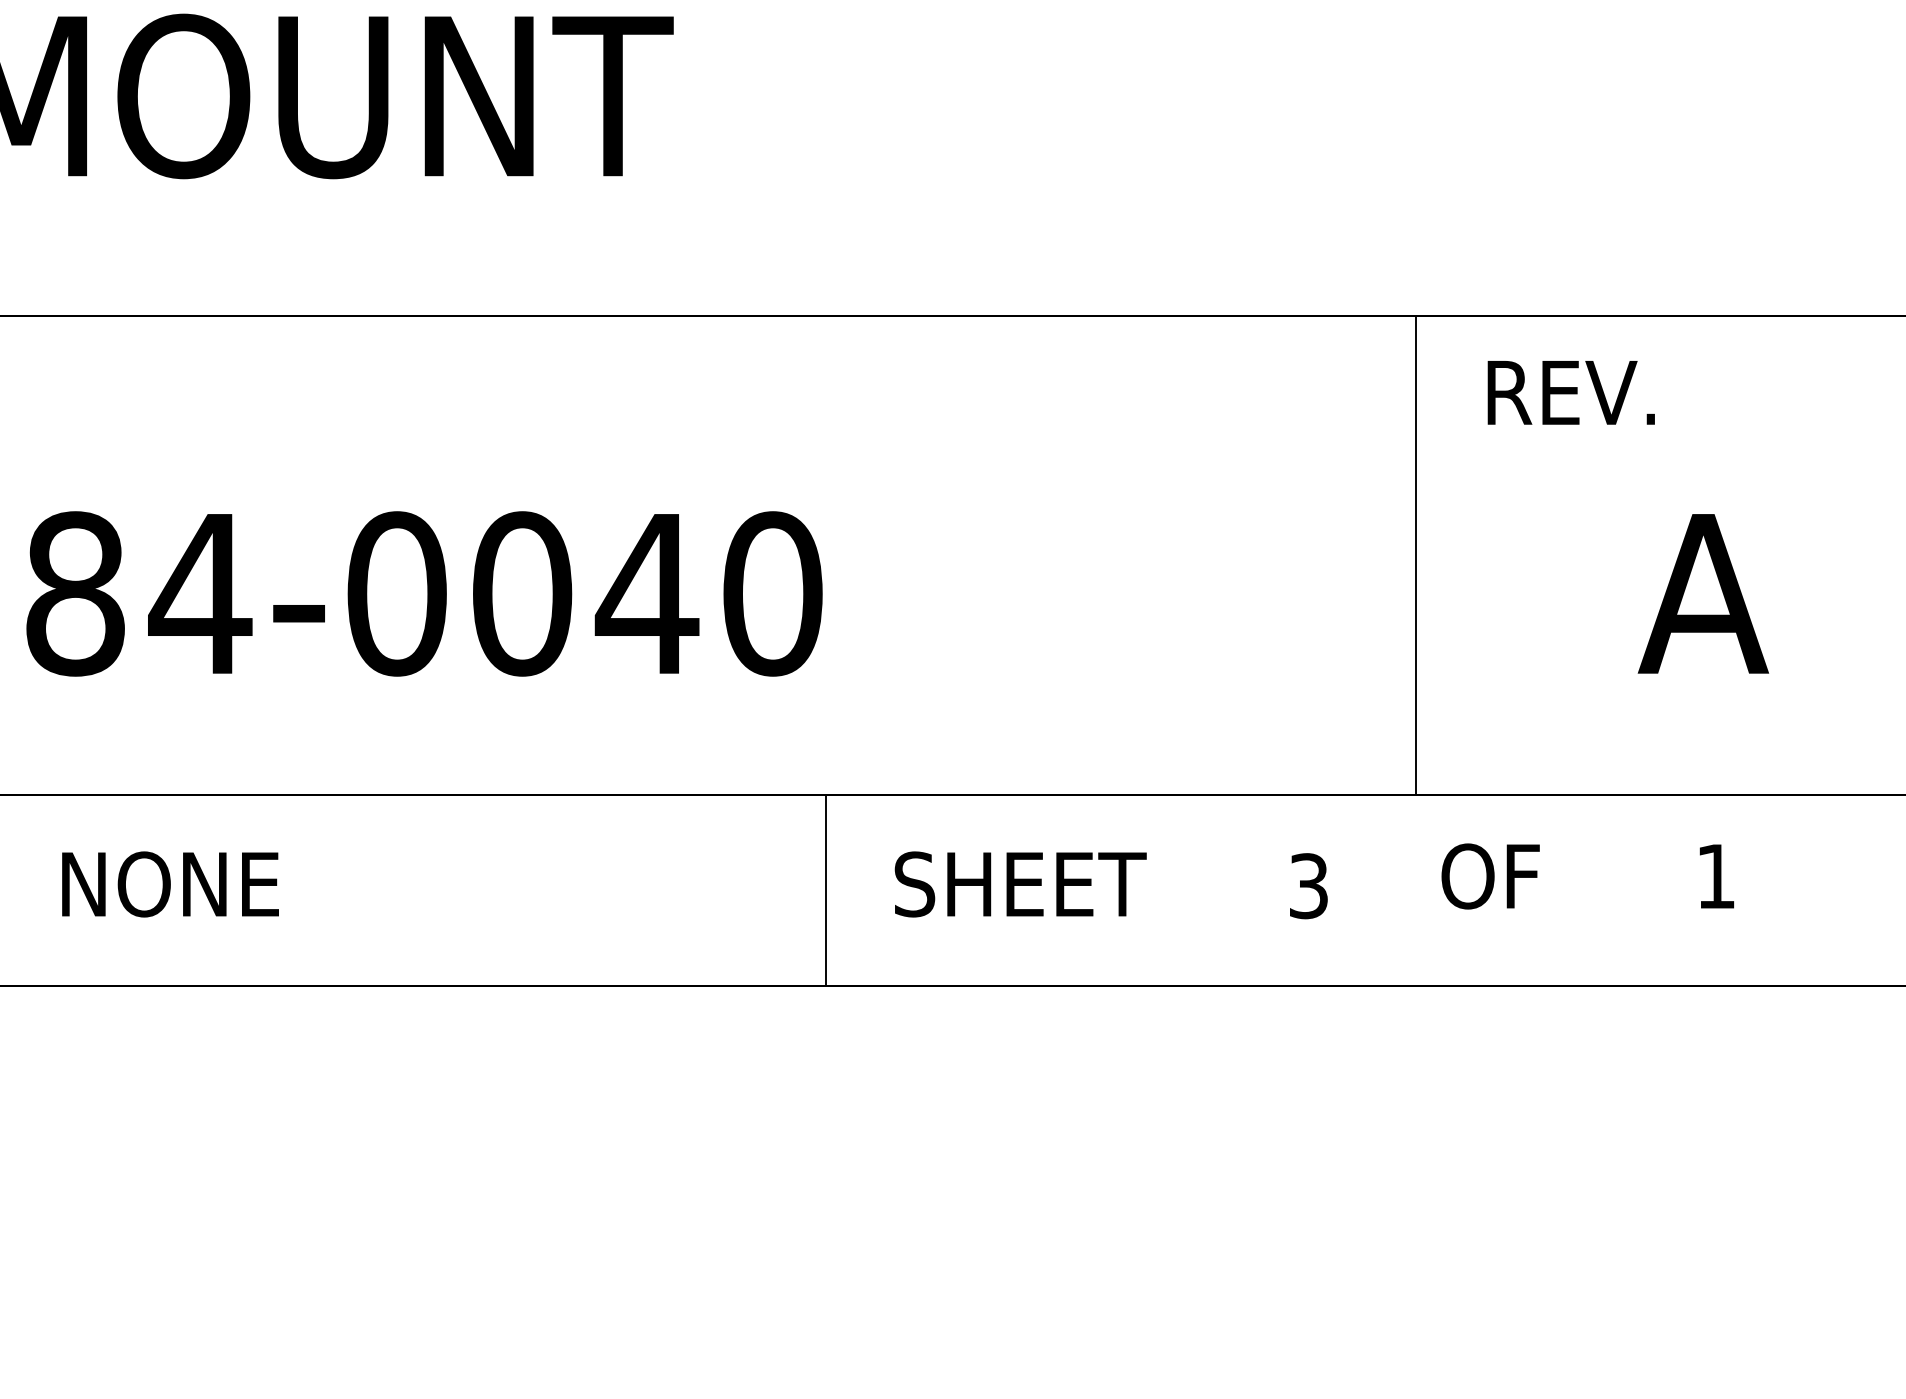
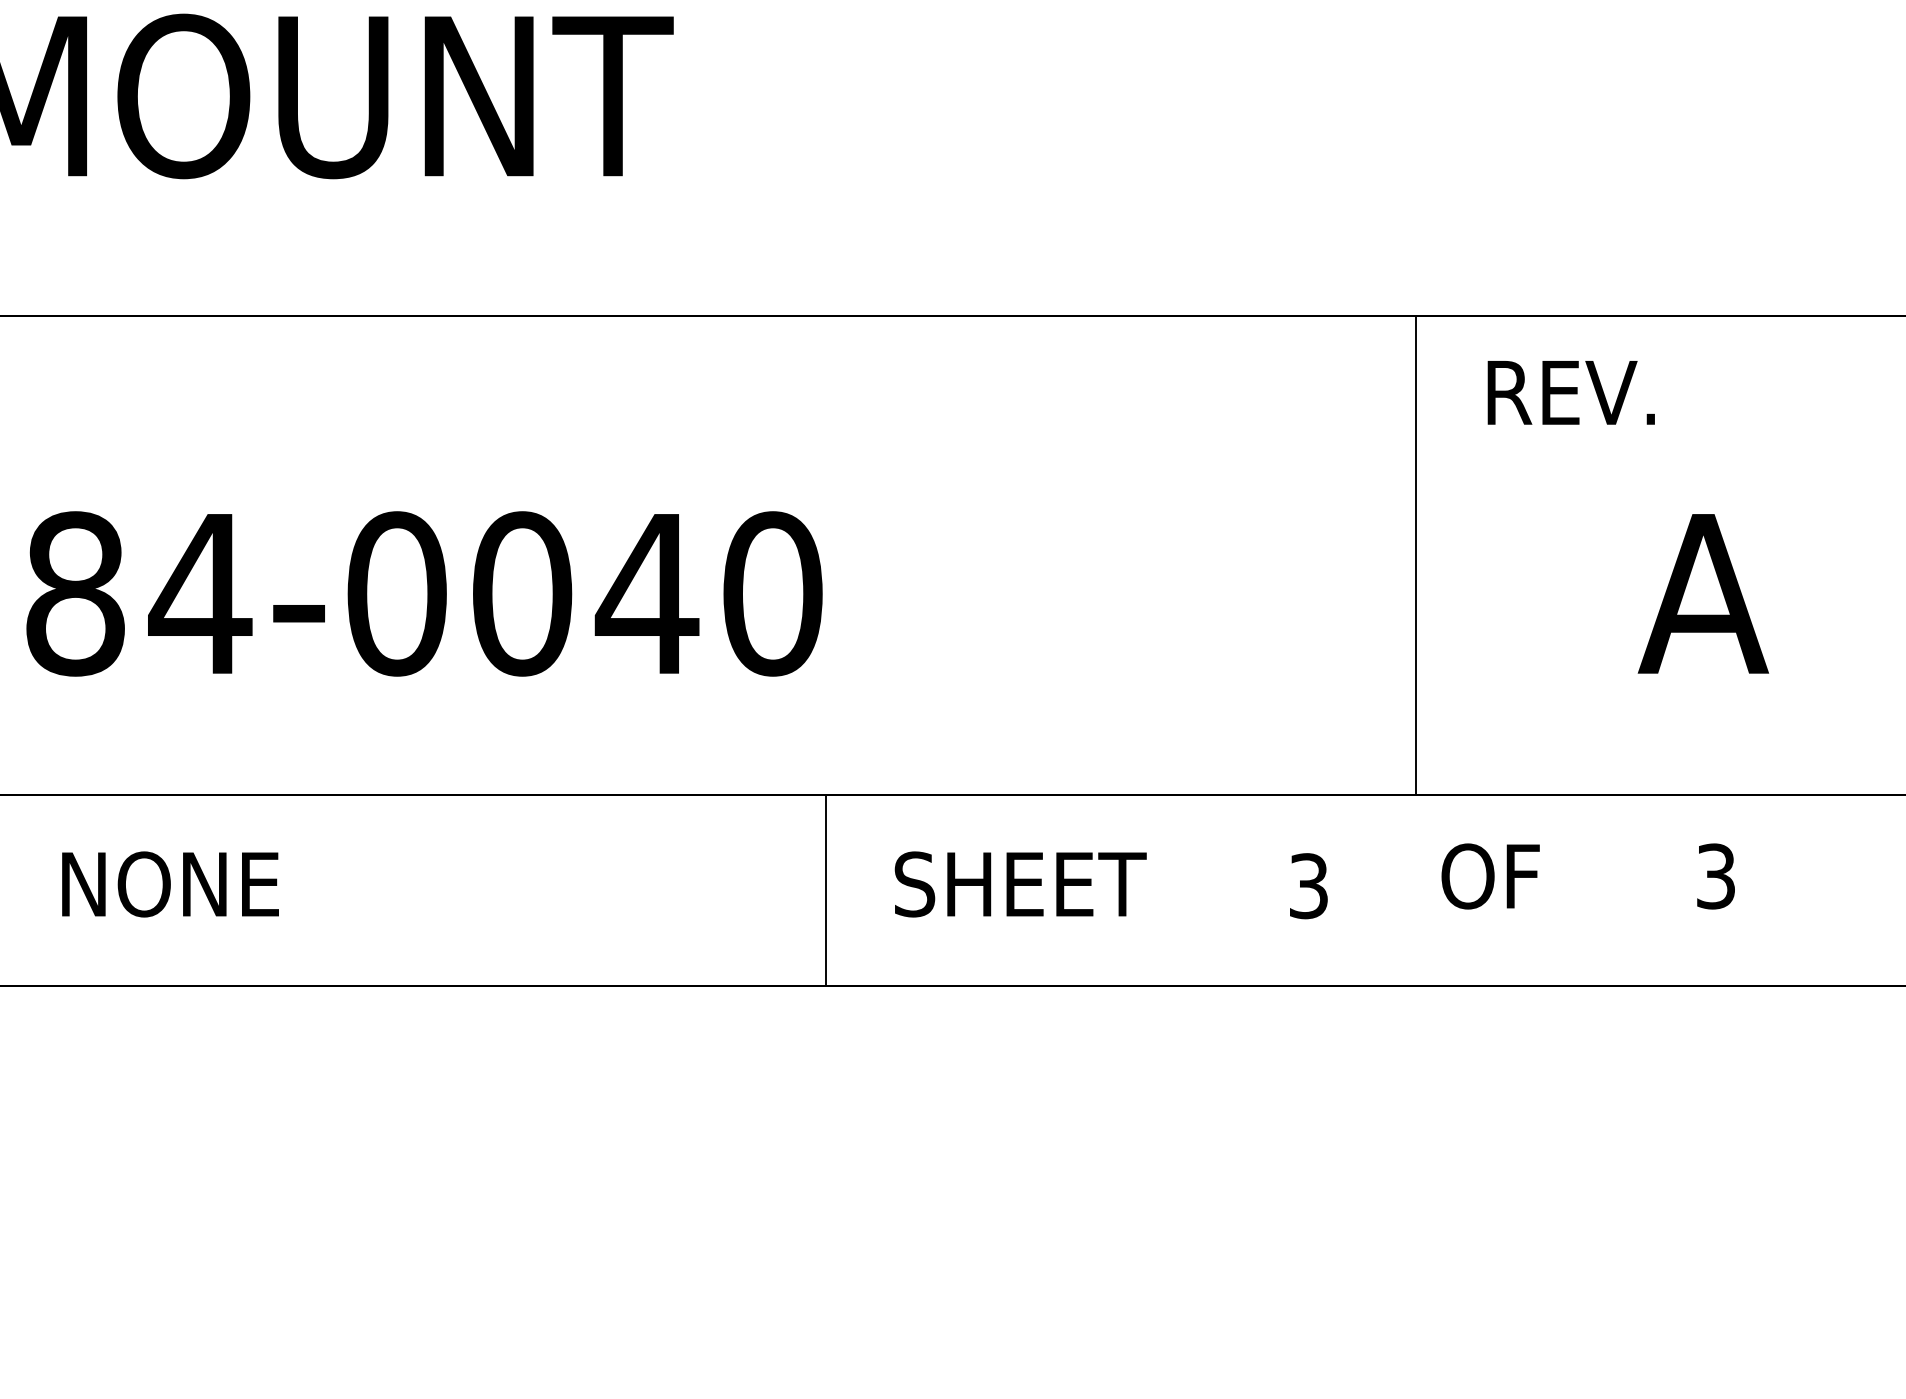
text at (1715, 876): 1 -> 3
